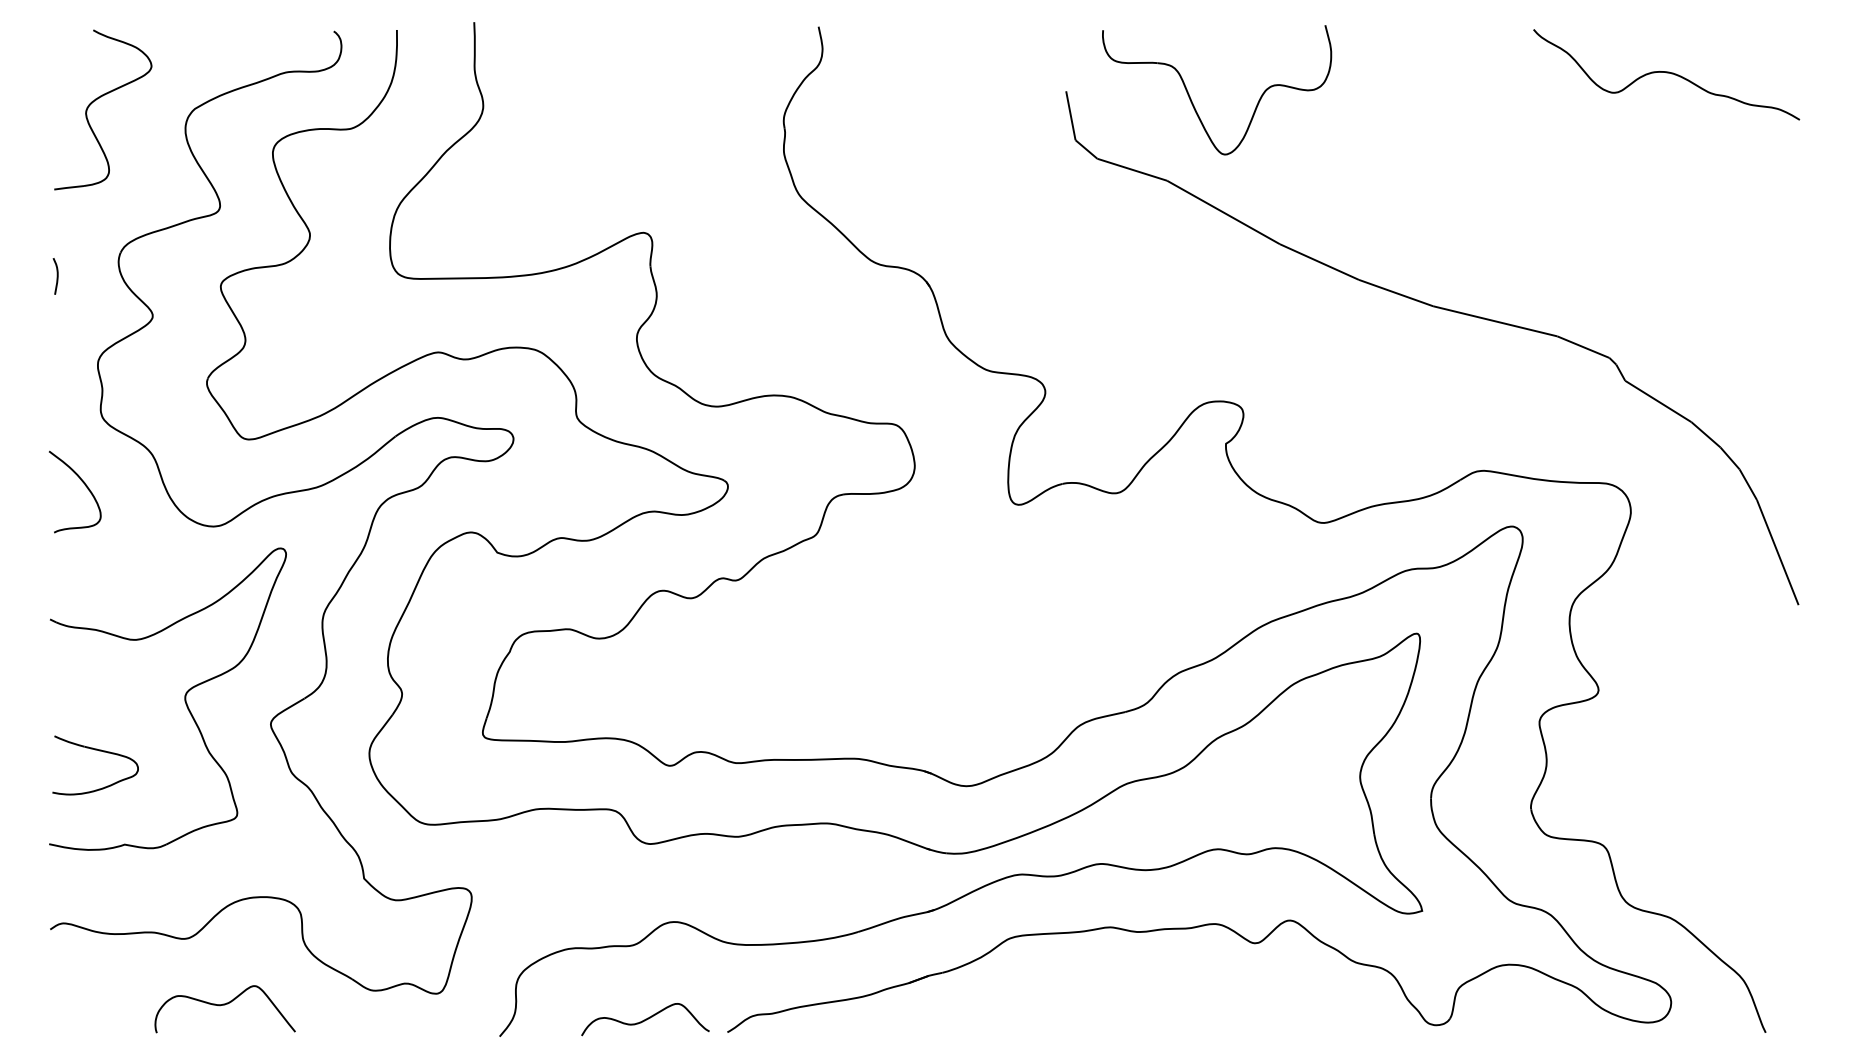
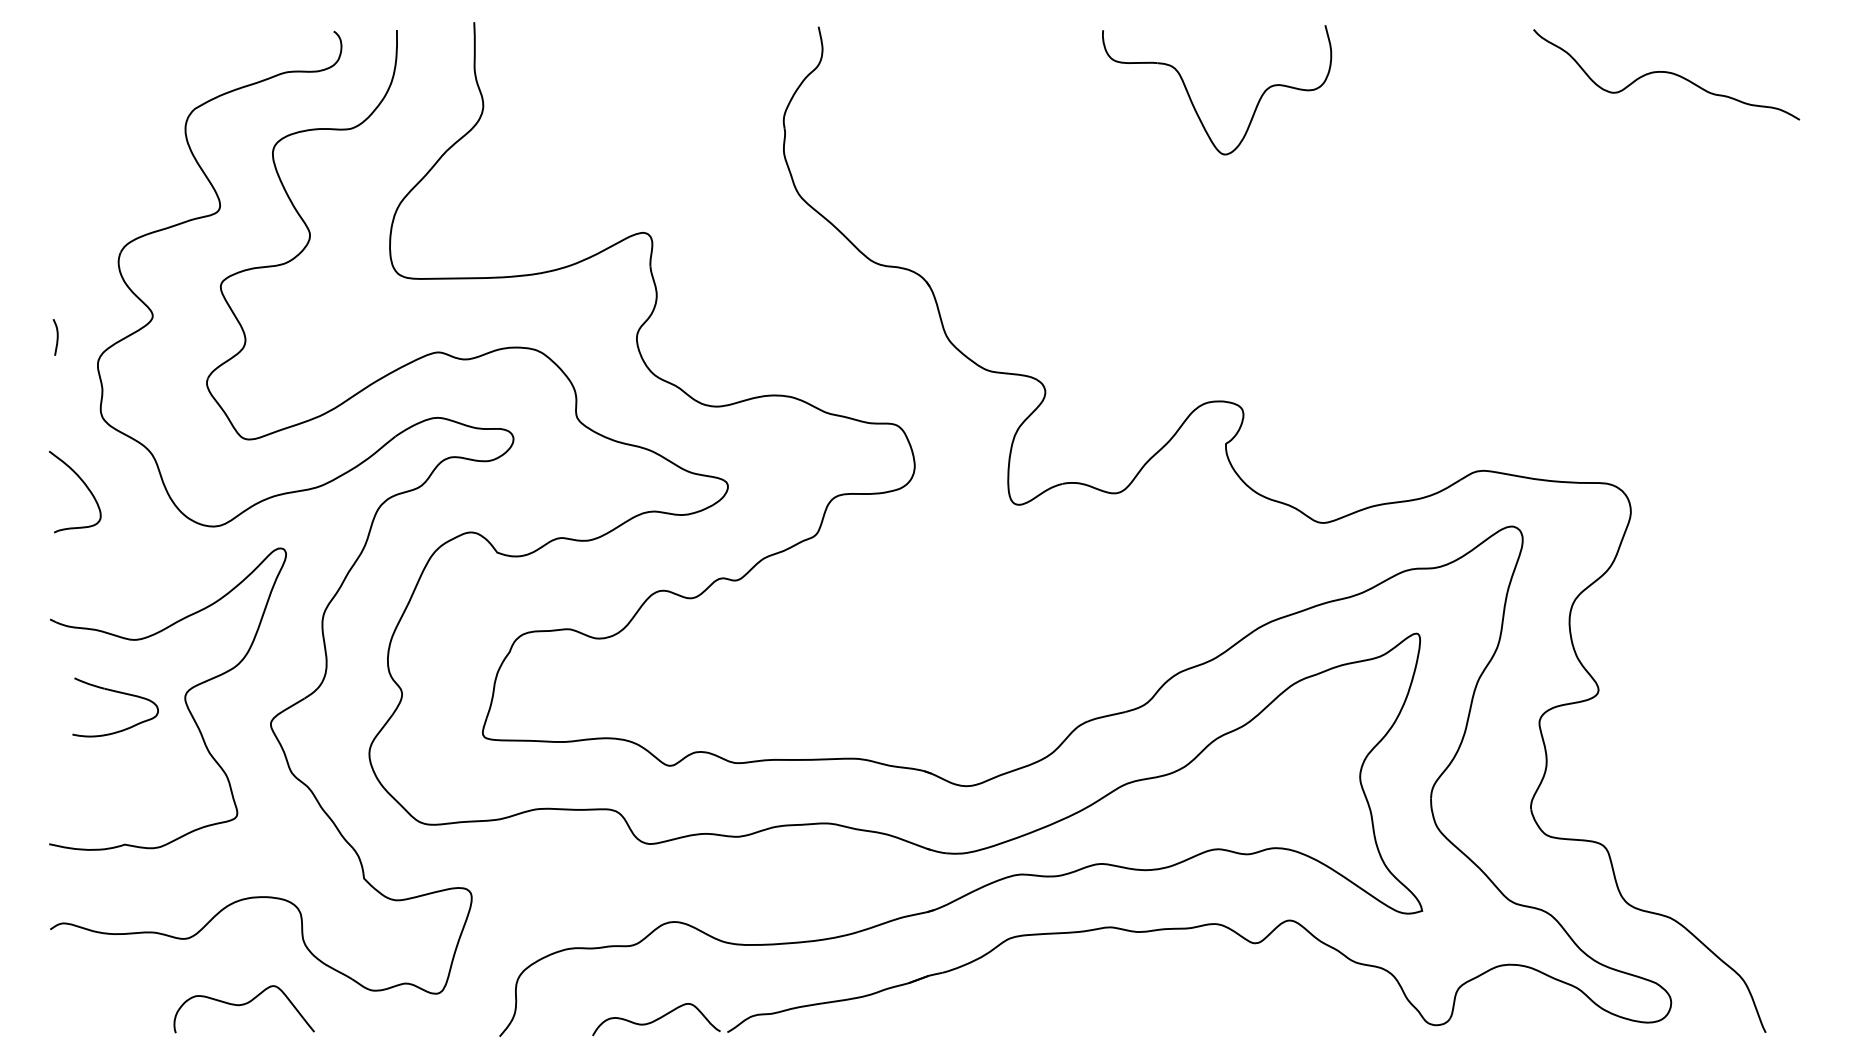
part at (95, 101): present -> none
curve at (56, 276) position: (56, 276) -> (56, 337)
curve at (1441, 309): present -> none
part at (99, 751) position: (99, 751) -> (119, 693)
curve at (224, 1005) position: (224, 1005) -> (243, 1005)
curve at (645, 1019) position: (645, 1019) -> (656, 1019)
